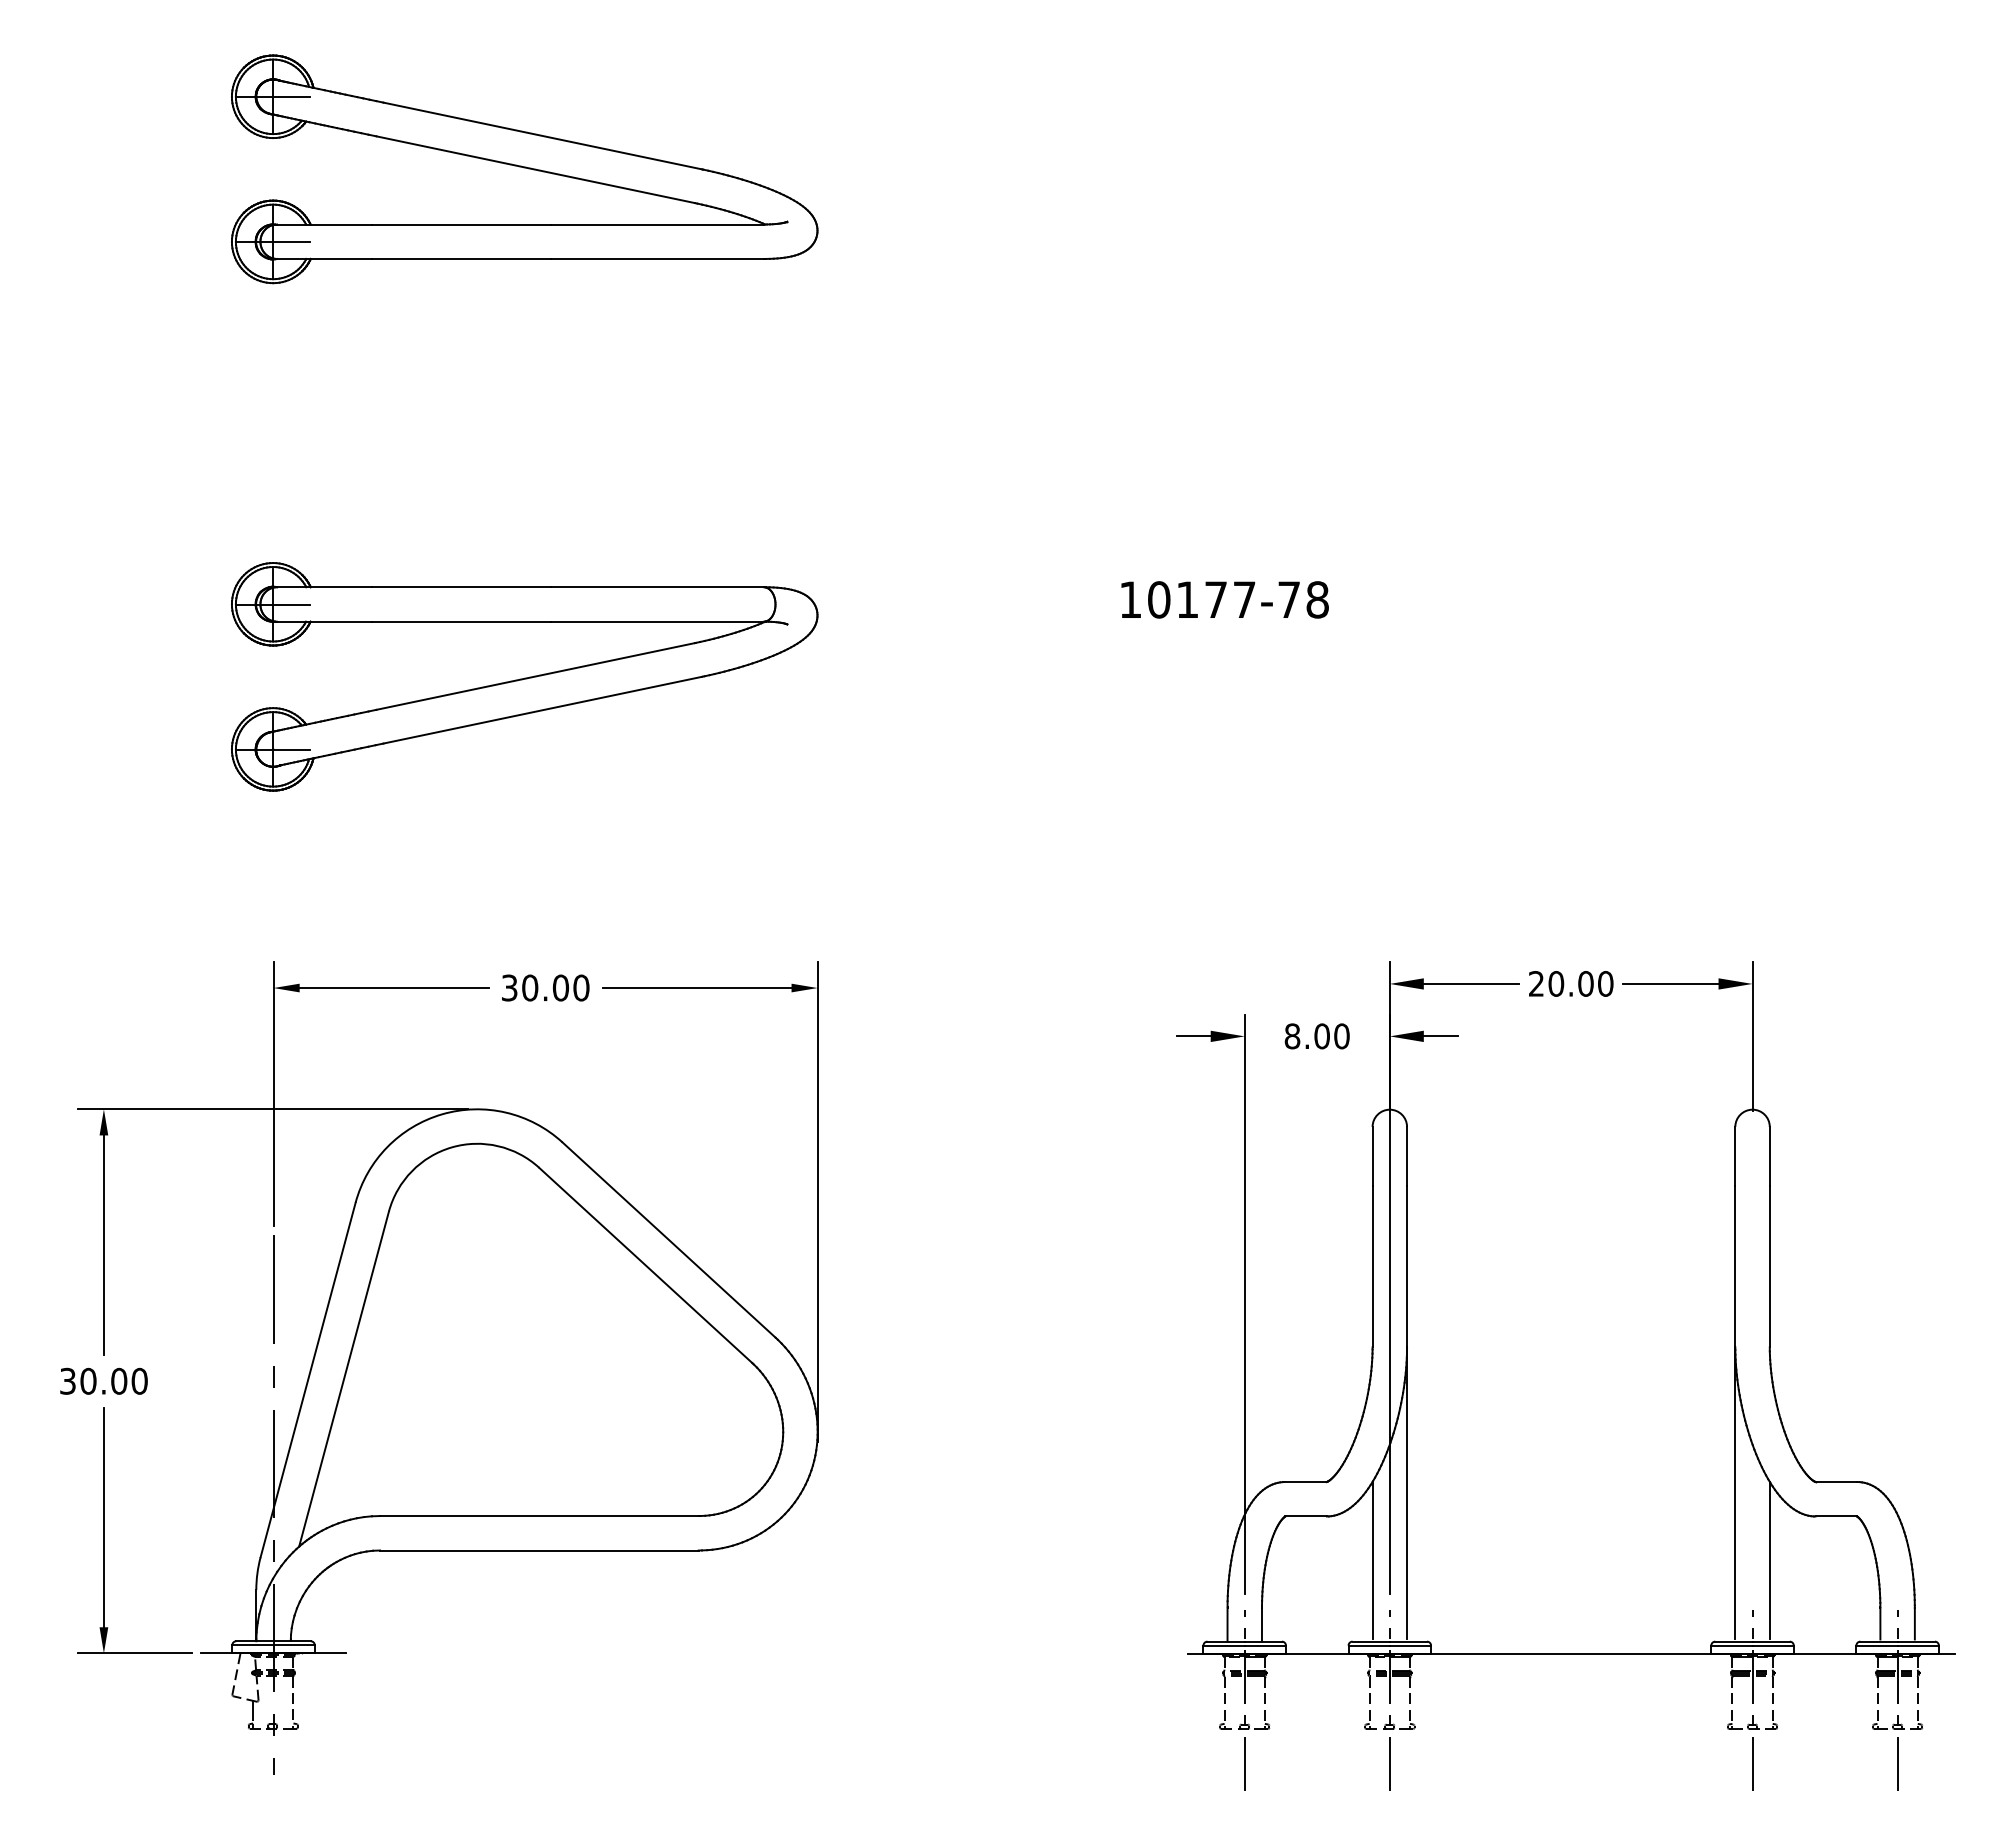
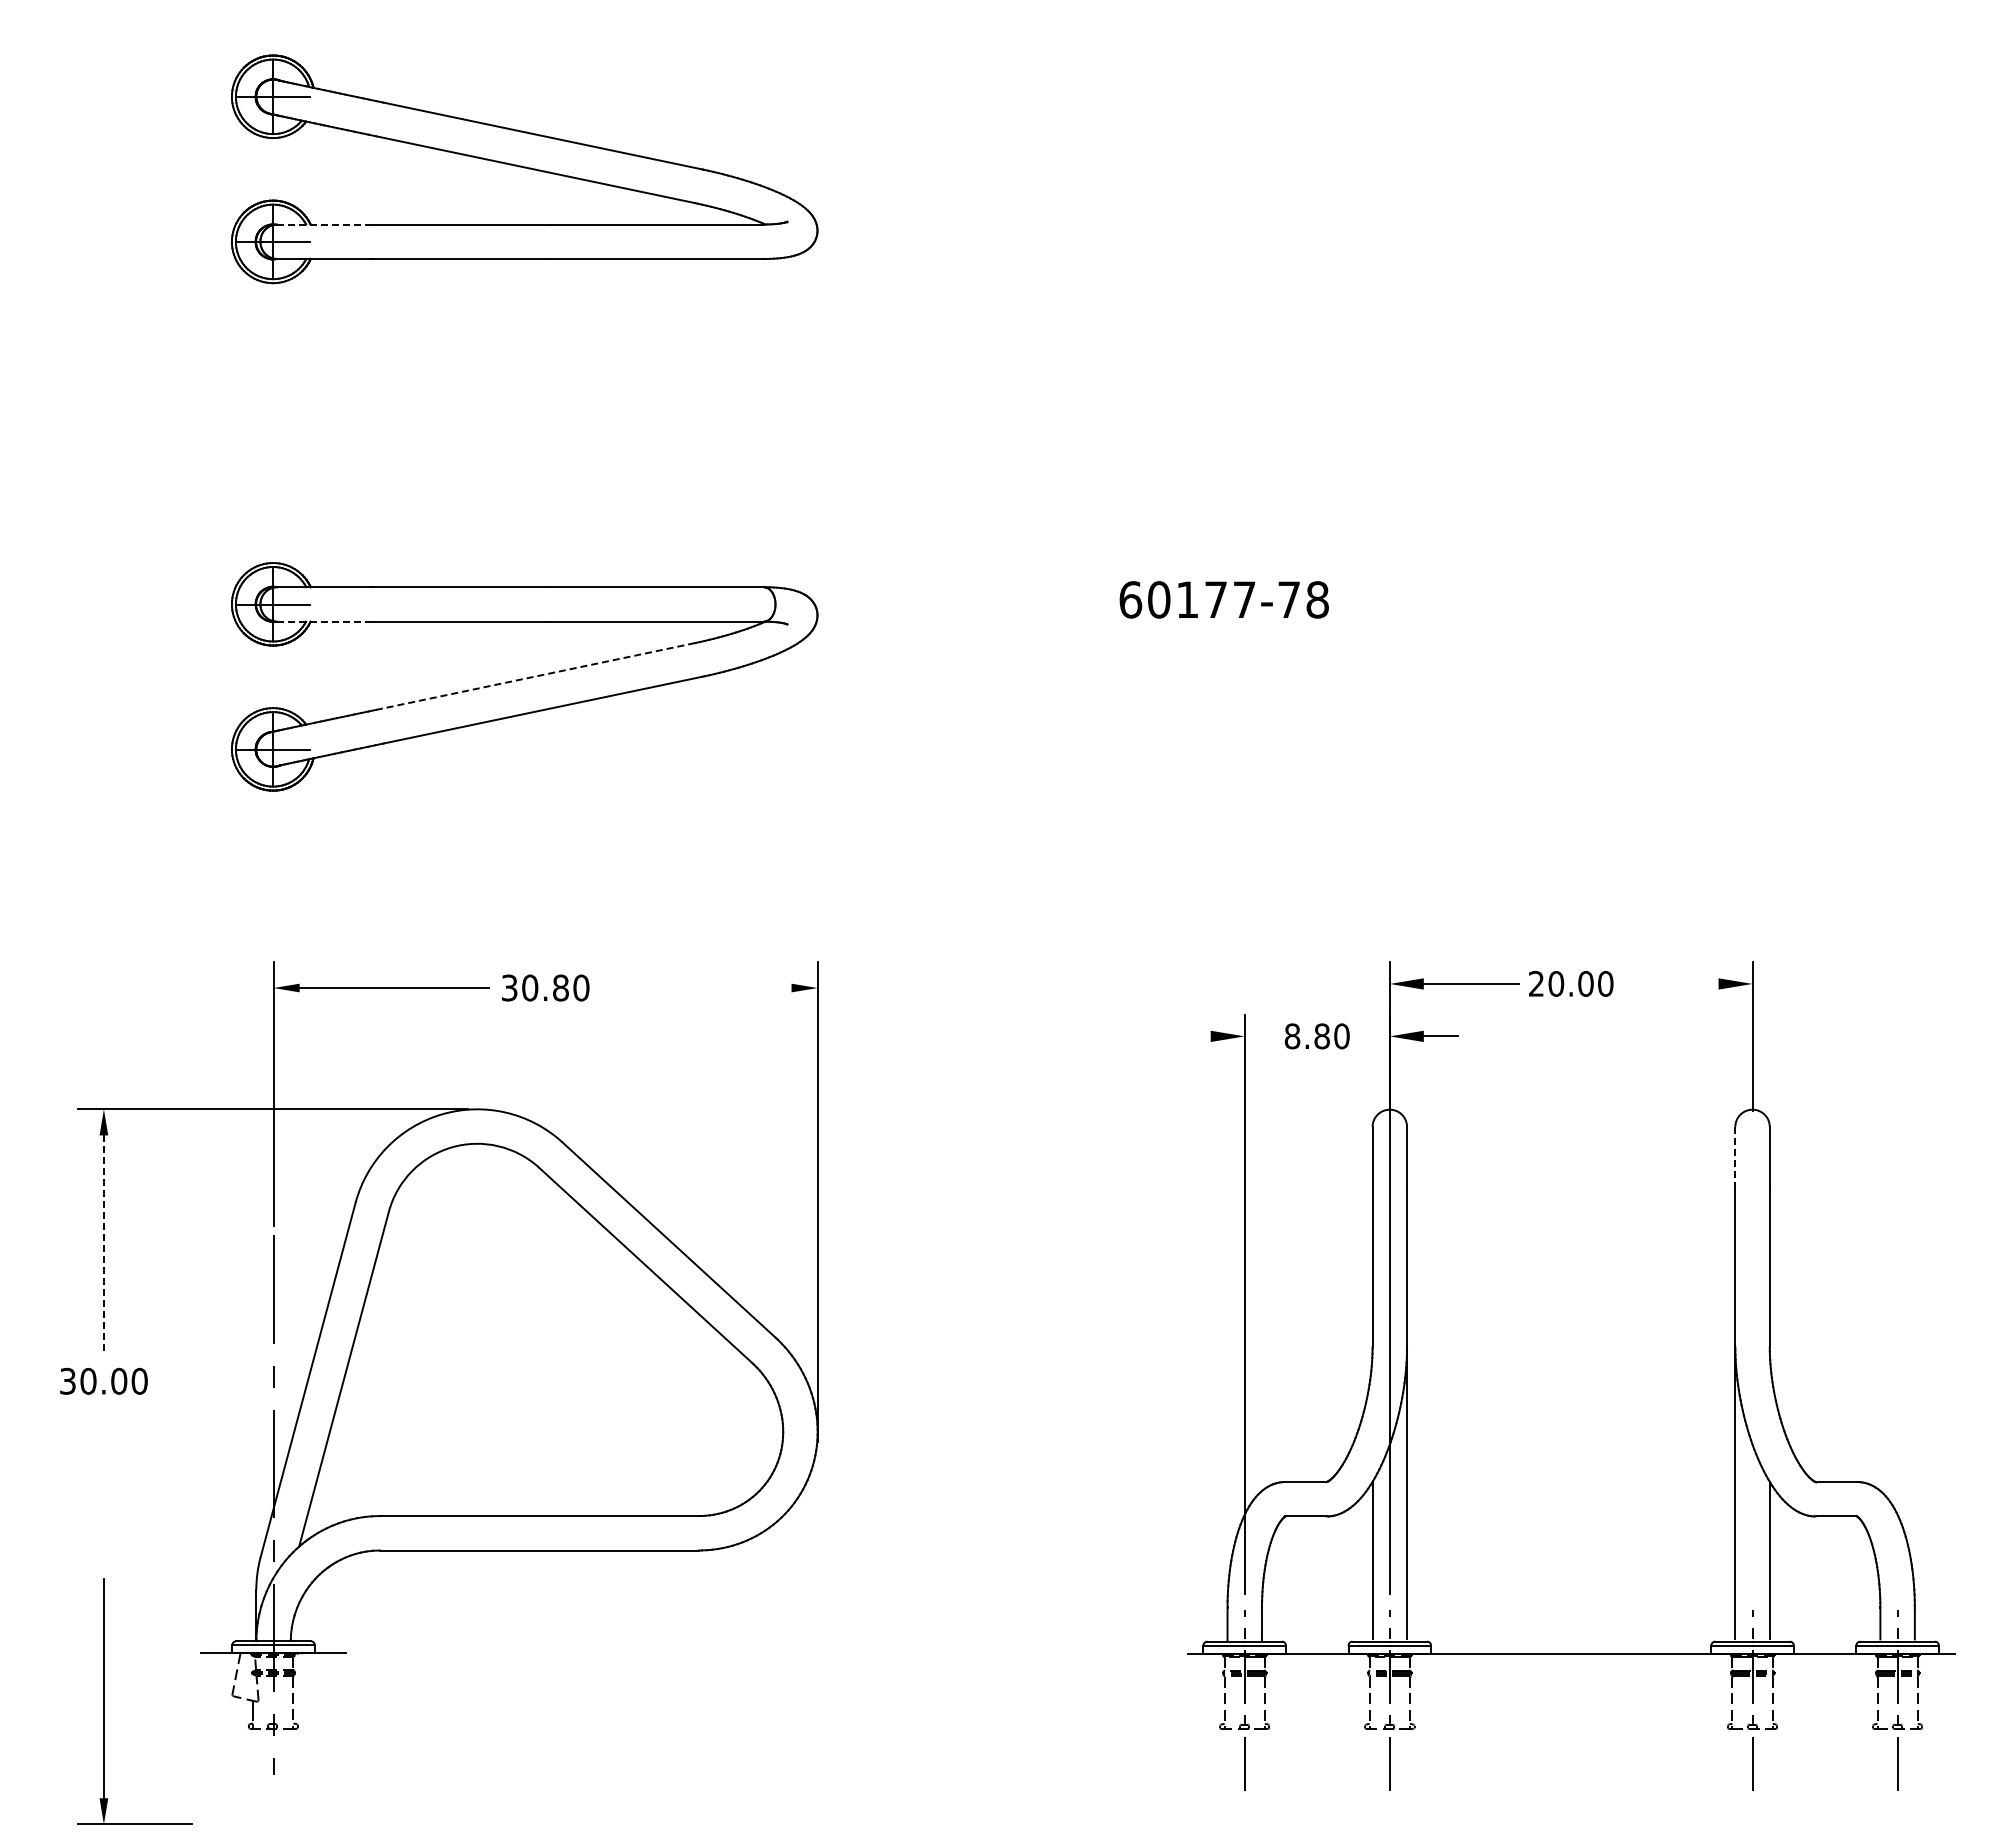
line at (324, 224): solid -> dashed
text at (1130, 599): 10177-78 -> 60177-78
line at (325, 621): solid -> dashed
line at (535, 676): solid -> dashed
line at (1670, 983): present -> none
text at (560, 988): 30.00 -> 30.80
line at (696, 988): present -> none
line at (1193, 1036): present -> none
text at (1321, 1036): 8.00 -> 8.80
line at (1735, 1156): solid -> dashed
line at (103, 1245): solid -> dashed
part at (104, 1530) position: (104, 1530) -> (104, 1701)
